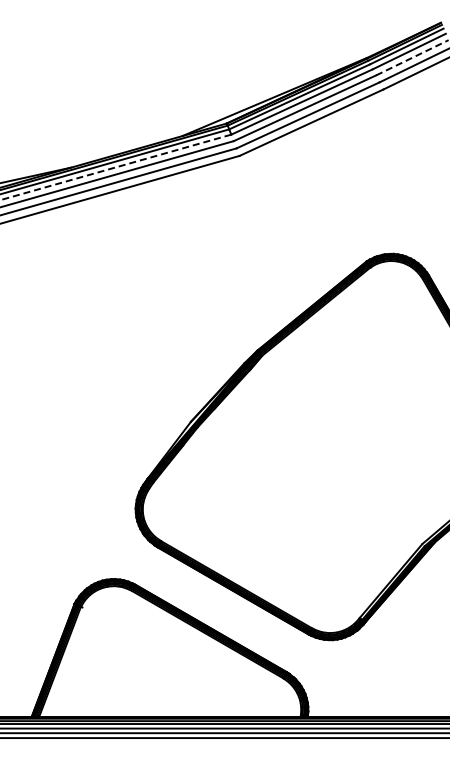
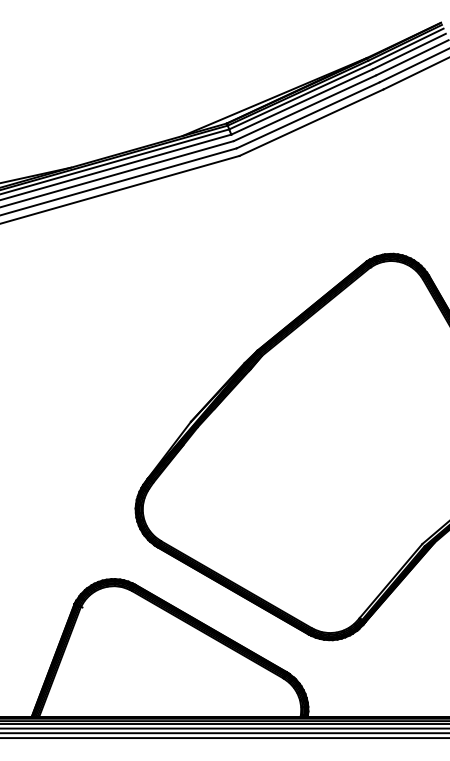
line at (412, 57): dashed -> solid
line at (115, 167): dashed -> solid
